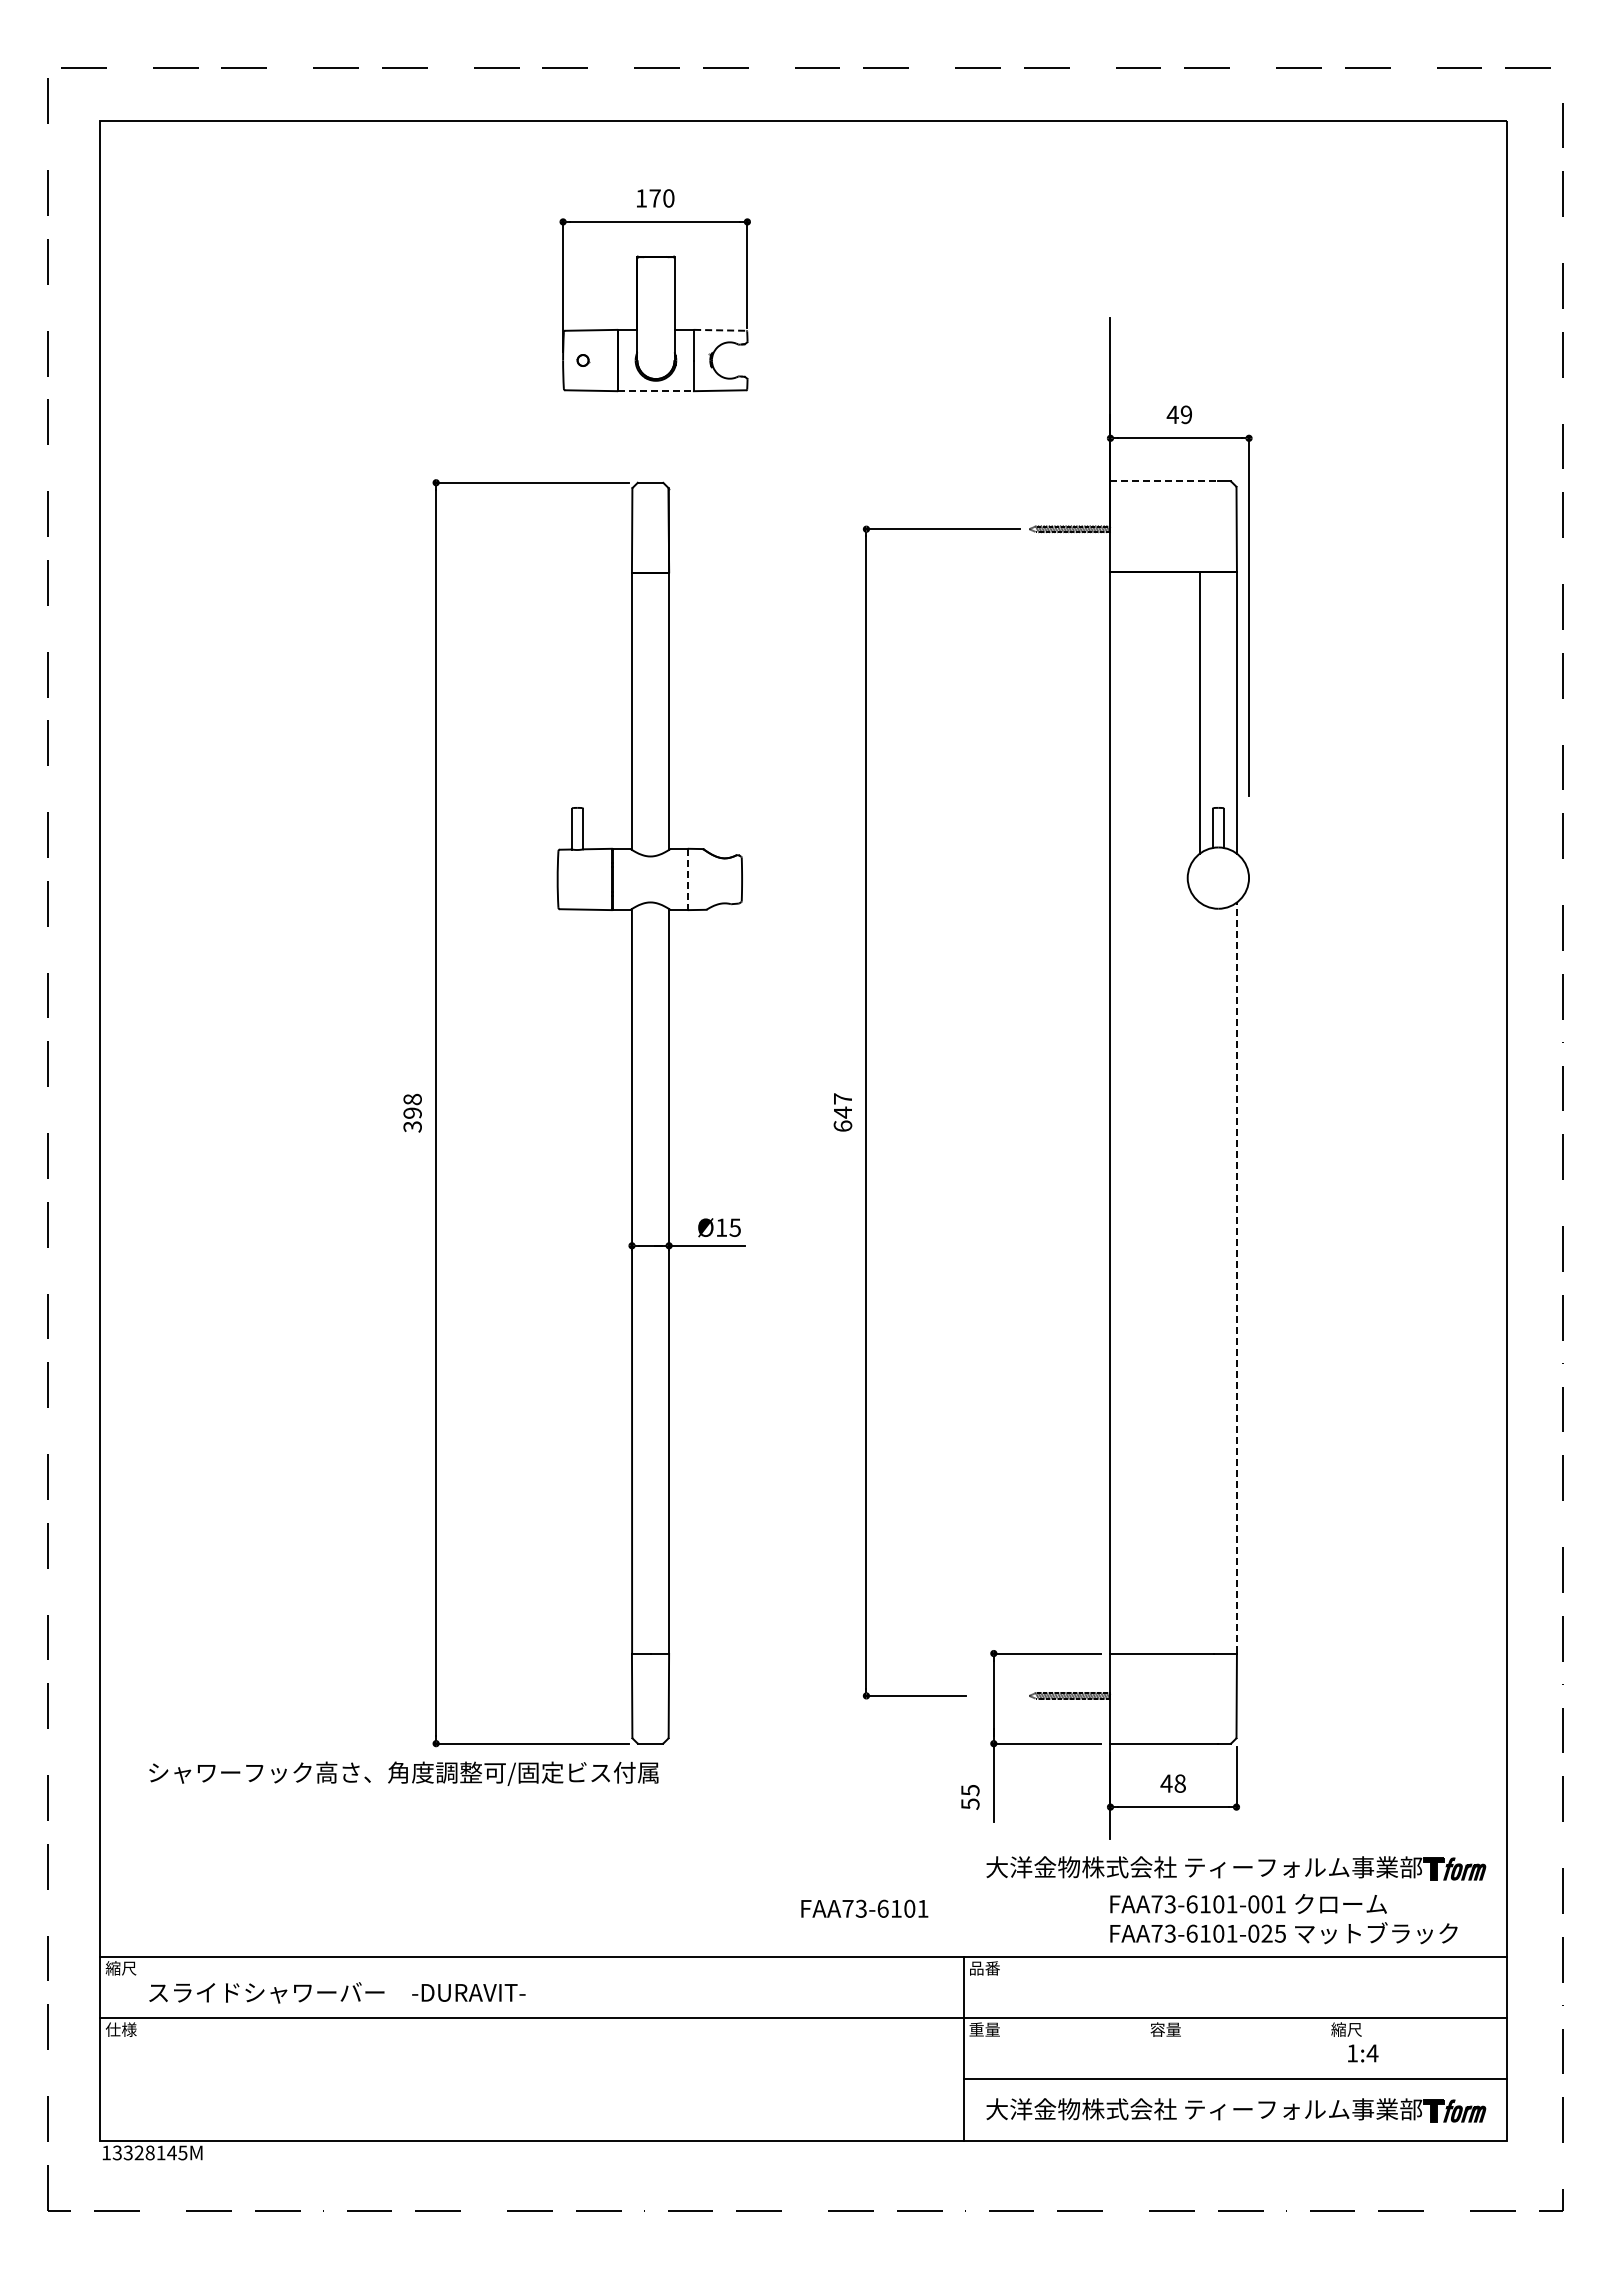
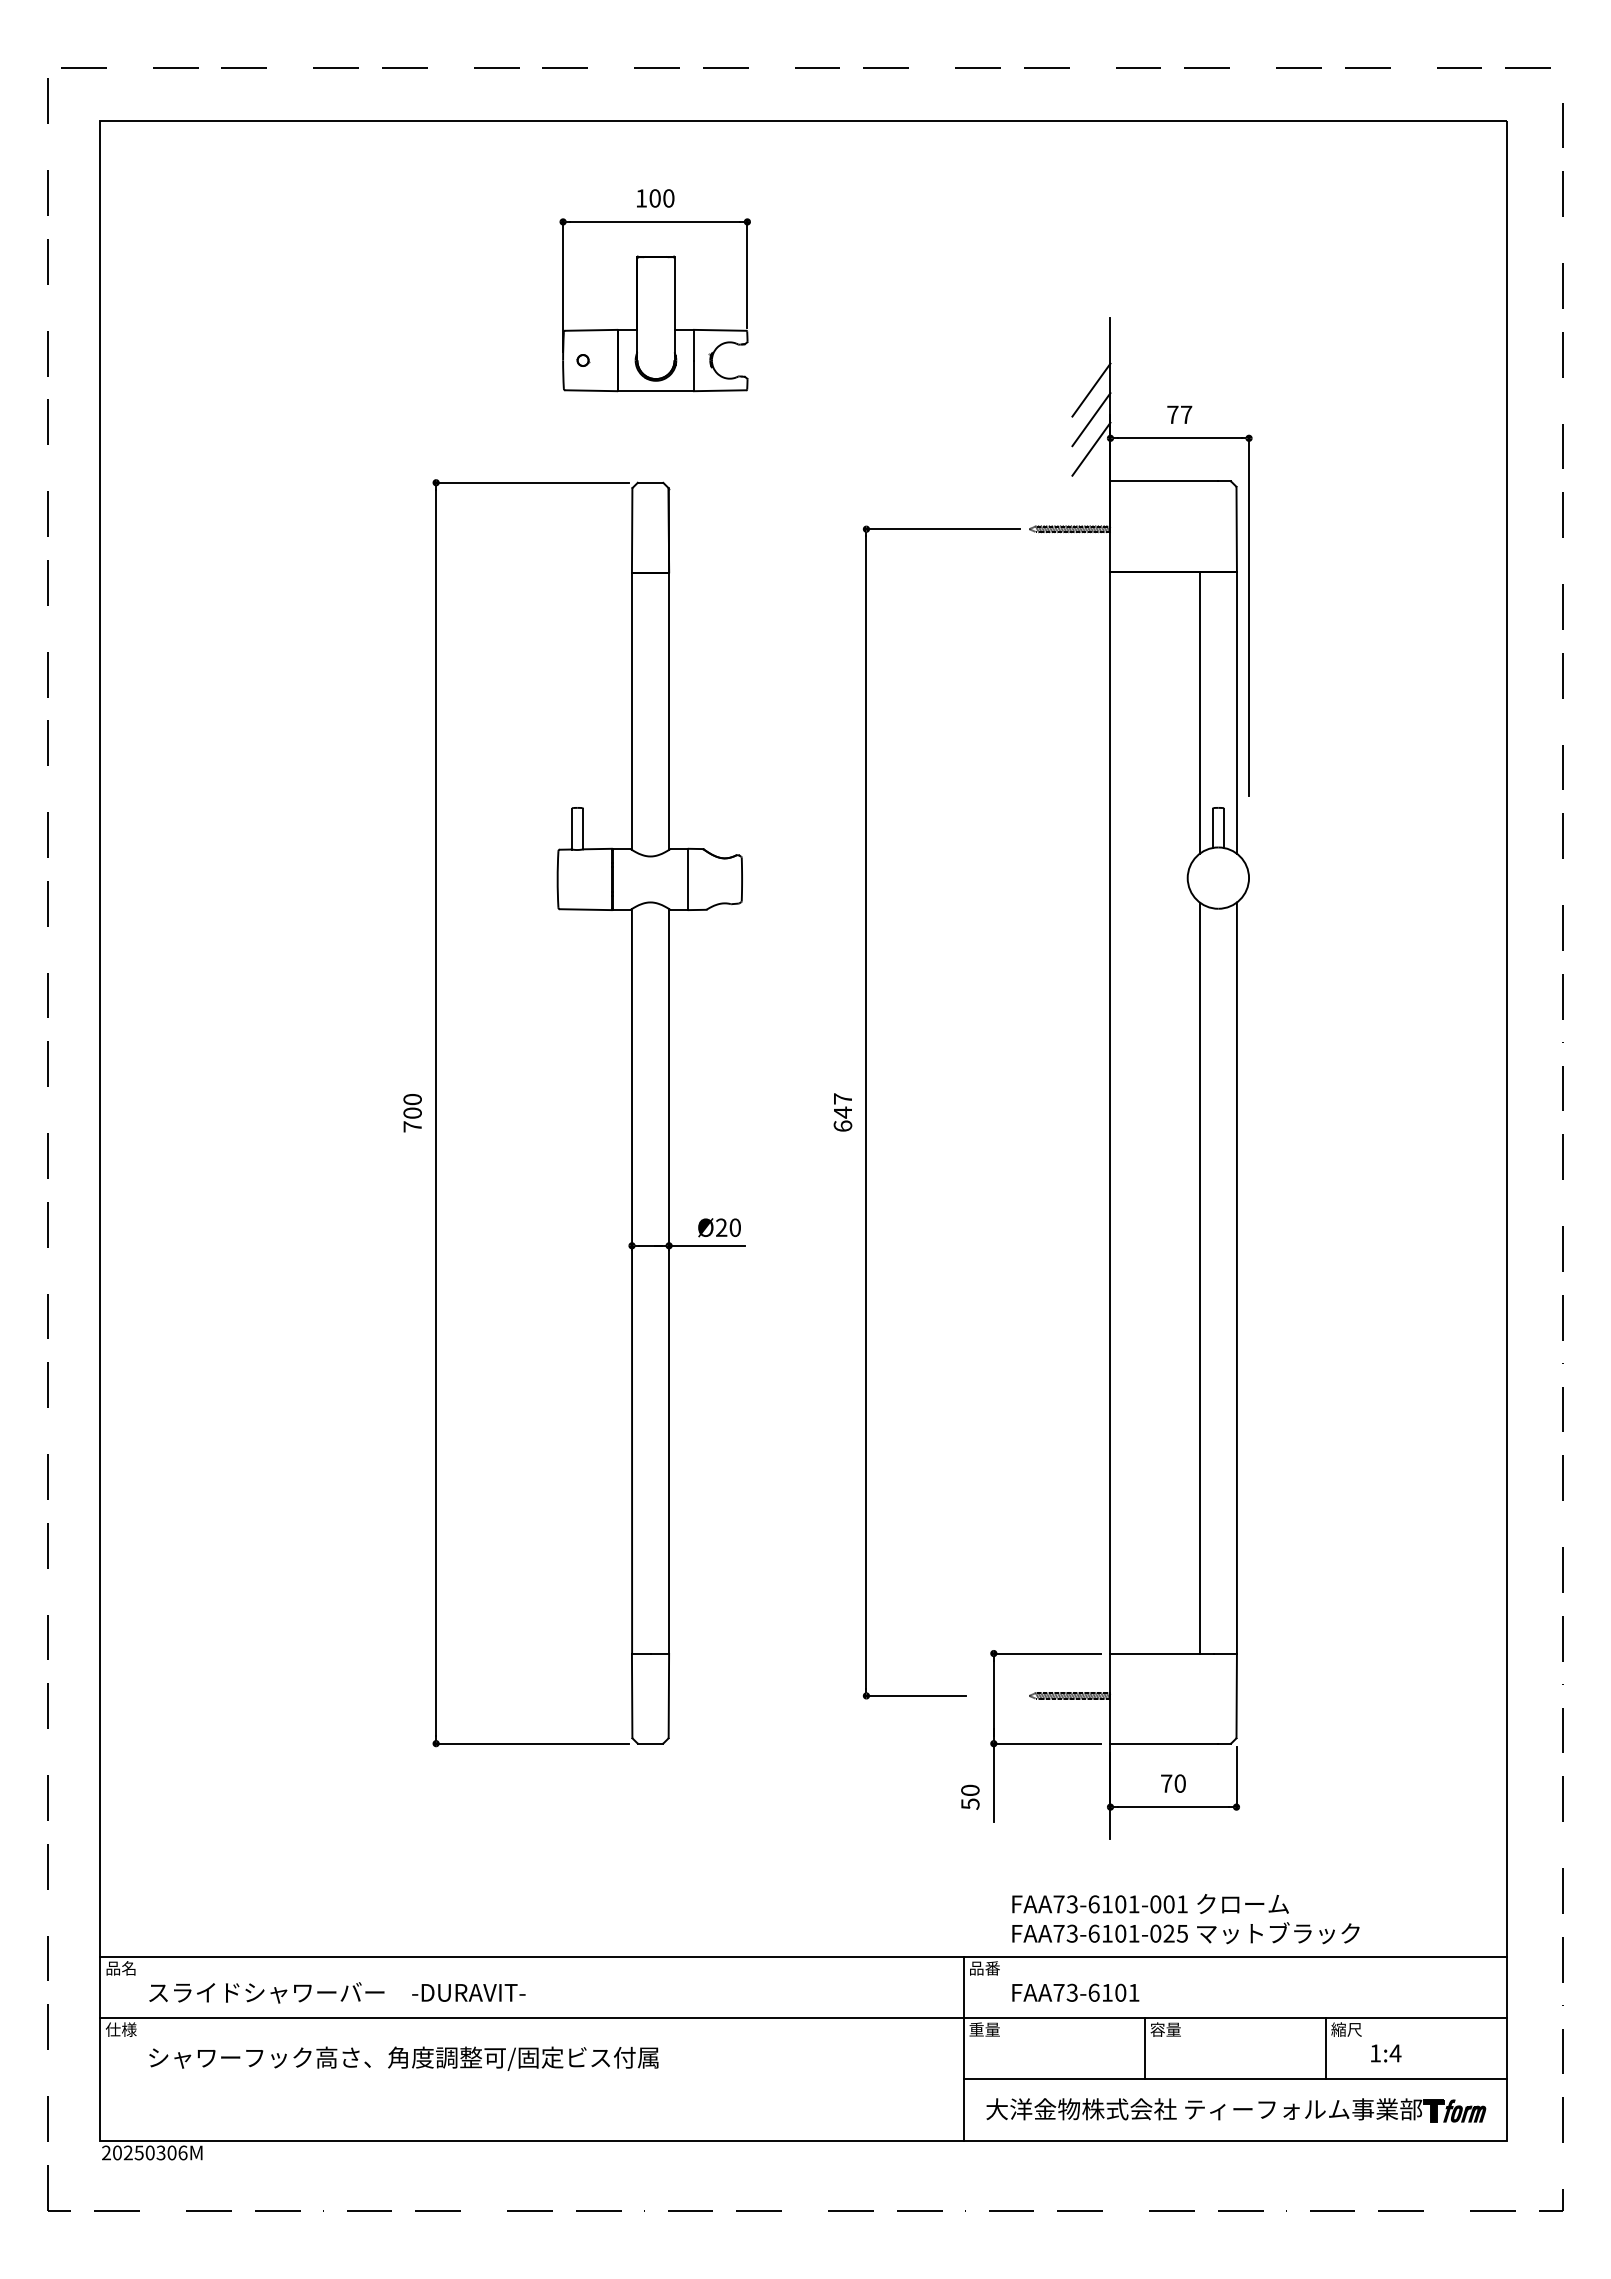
text at (654, 198): 170 -> 100
line at (720, 330): dashed -> solid
line at (1091, 389): none -> present
line at (655, 391): dashed -> solid
text at (1179, 414): 49 -> 77
line at (1091, 419): none -> present
line at (1091, 448): none -> present
line at (1164, 481): dashed -> solid
line at (688, 879): dashed -> solid
text at (412, 1112): 398 -> 700
text at (728, 1227): Ø15 -> Ø20
line at (1199, 1277): none -> present
line at (1236, 1277): dashed -> solid
text at (403, 1773) position: (403, 1773) -> (403, 2058)
text at (1172, 1783): 48 -> 70
text at (970, 1790): 55 -> 50
part at (1236, 1868): present -> none
text at (864, 1908) position: (864, 1908) -> (1075, 1992)
text at (1283, 1919) position: (1283, 1919) -> (1185, 1919)
text at (120, 1968): 縮尺 -> 品名
line at (1144, 2048): none -> present
line at (1325, 2048): none -> present
text at (1363, 2053) position: (1363, 2053) -> (1386, 2053)
text at (144, 2152): 13328145M -> 20250306M
